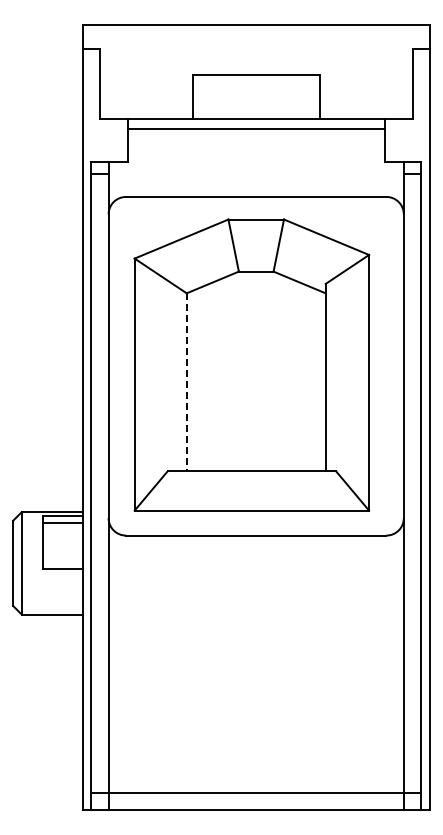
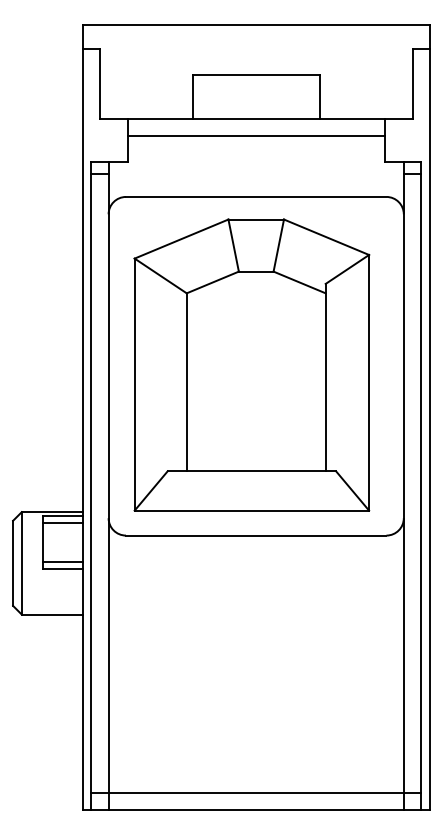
line at (255, 129) position: (255, 129) -> (255, 136)
line at (186, 382): dashed -> solid
line at (62, 561): none -> present
